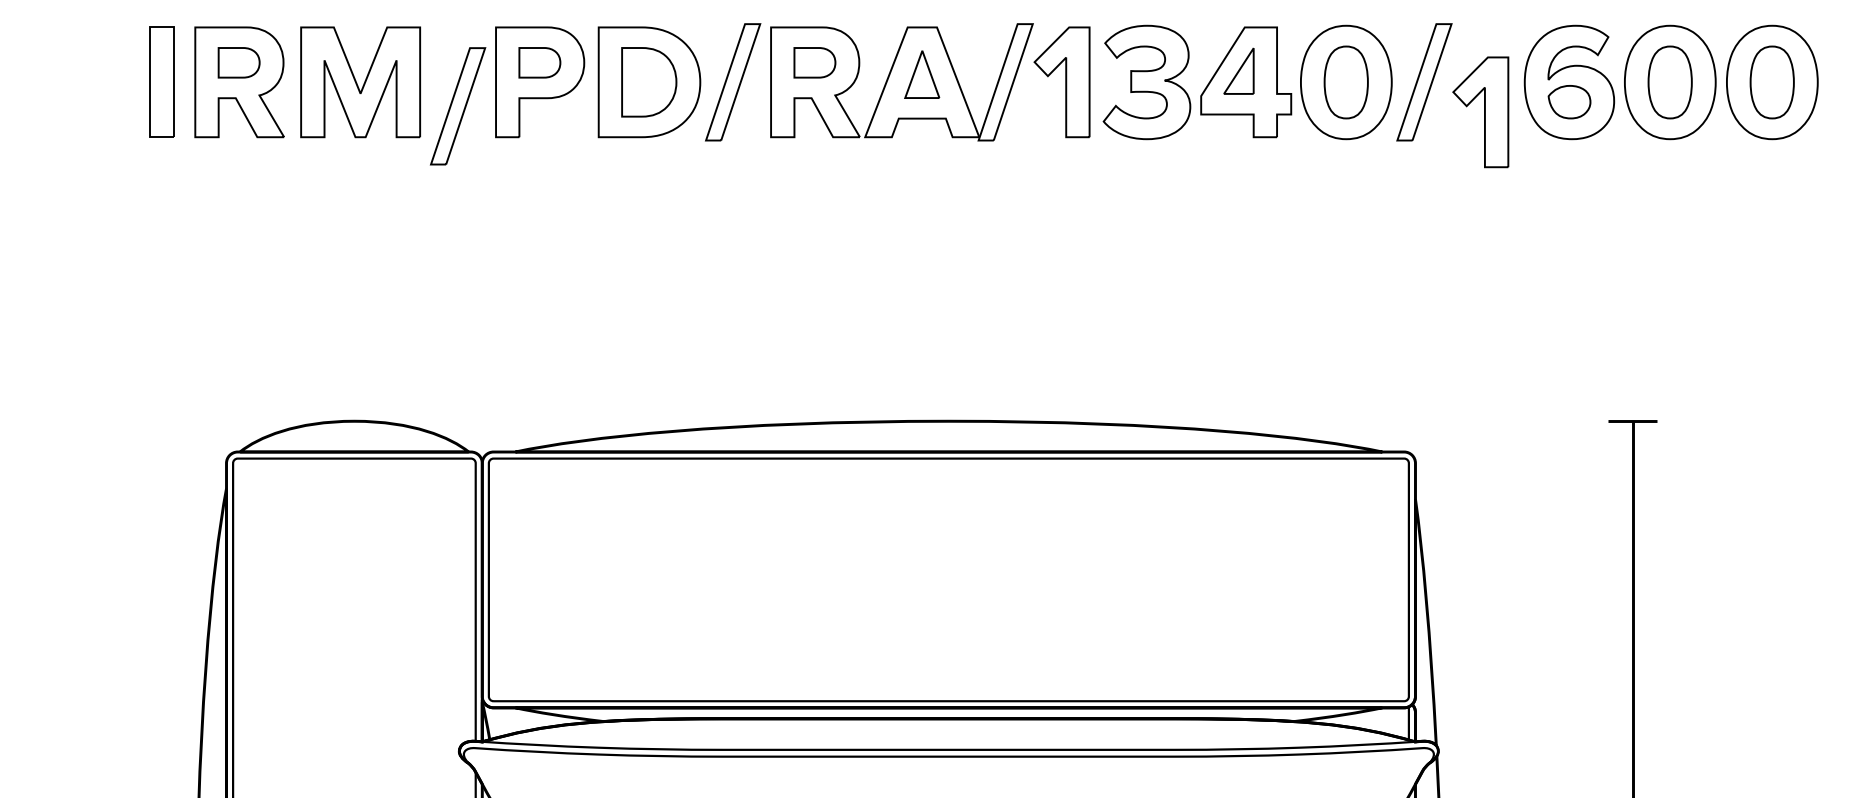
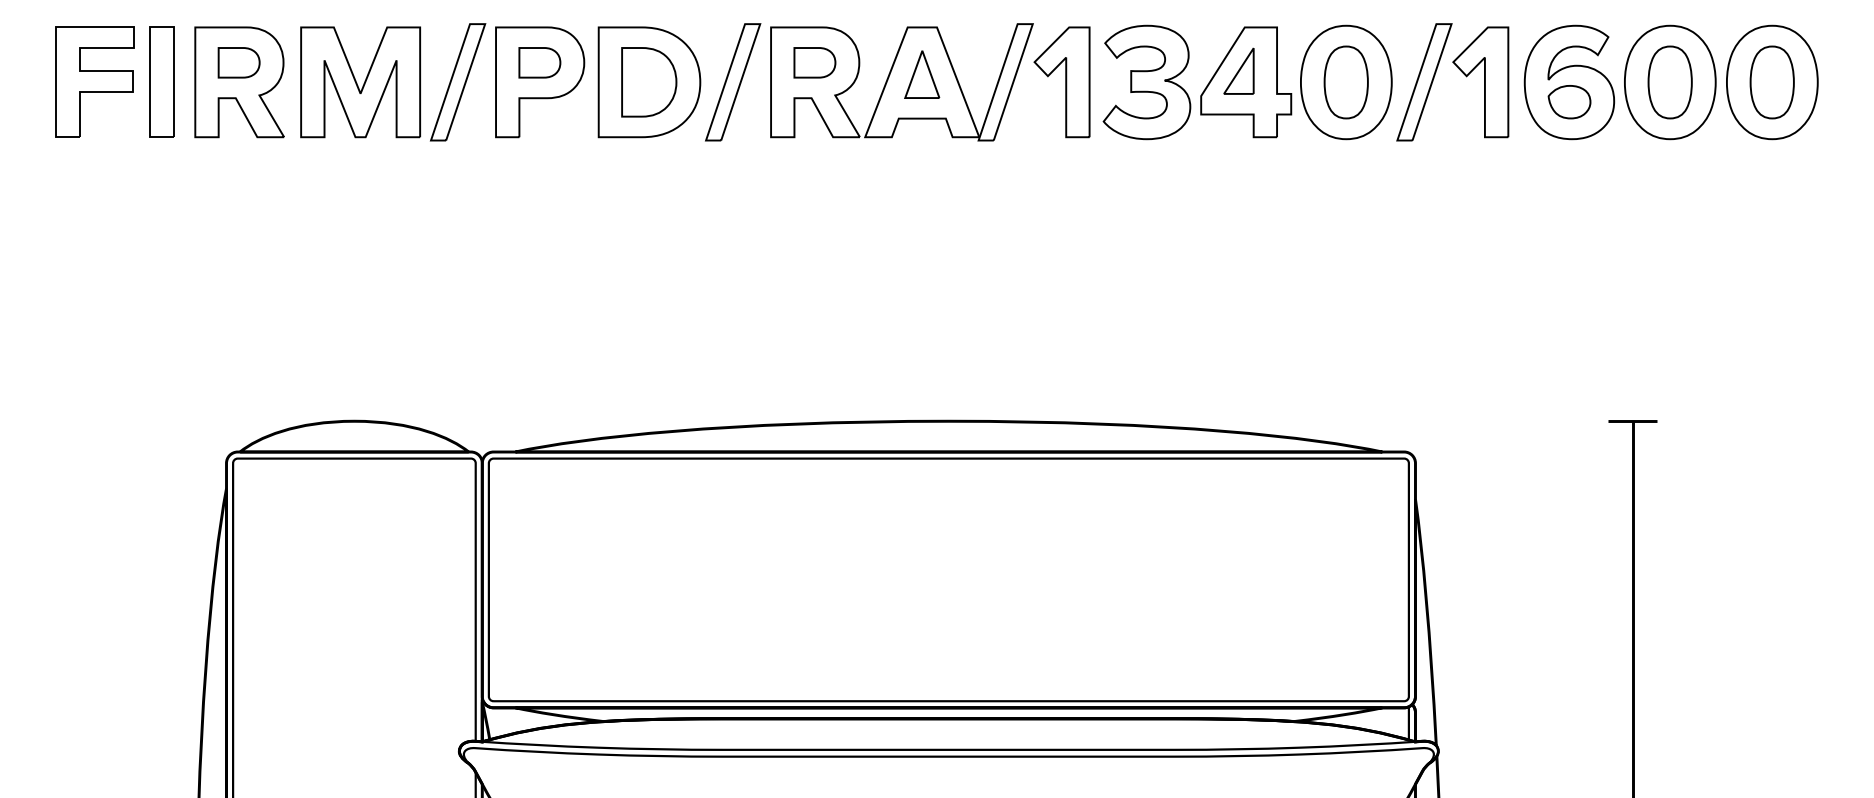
part at (94, 81): none -> present
part at (458, 106) position: (458, 106) -> (458, 82)
part at (1480, 112) position: (1480, 112) -> (1480, 82)
